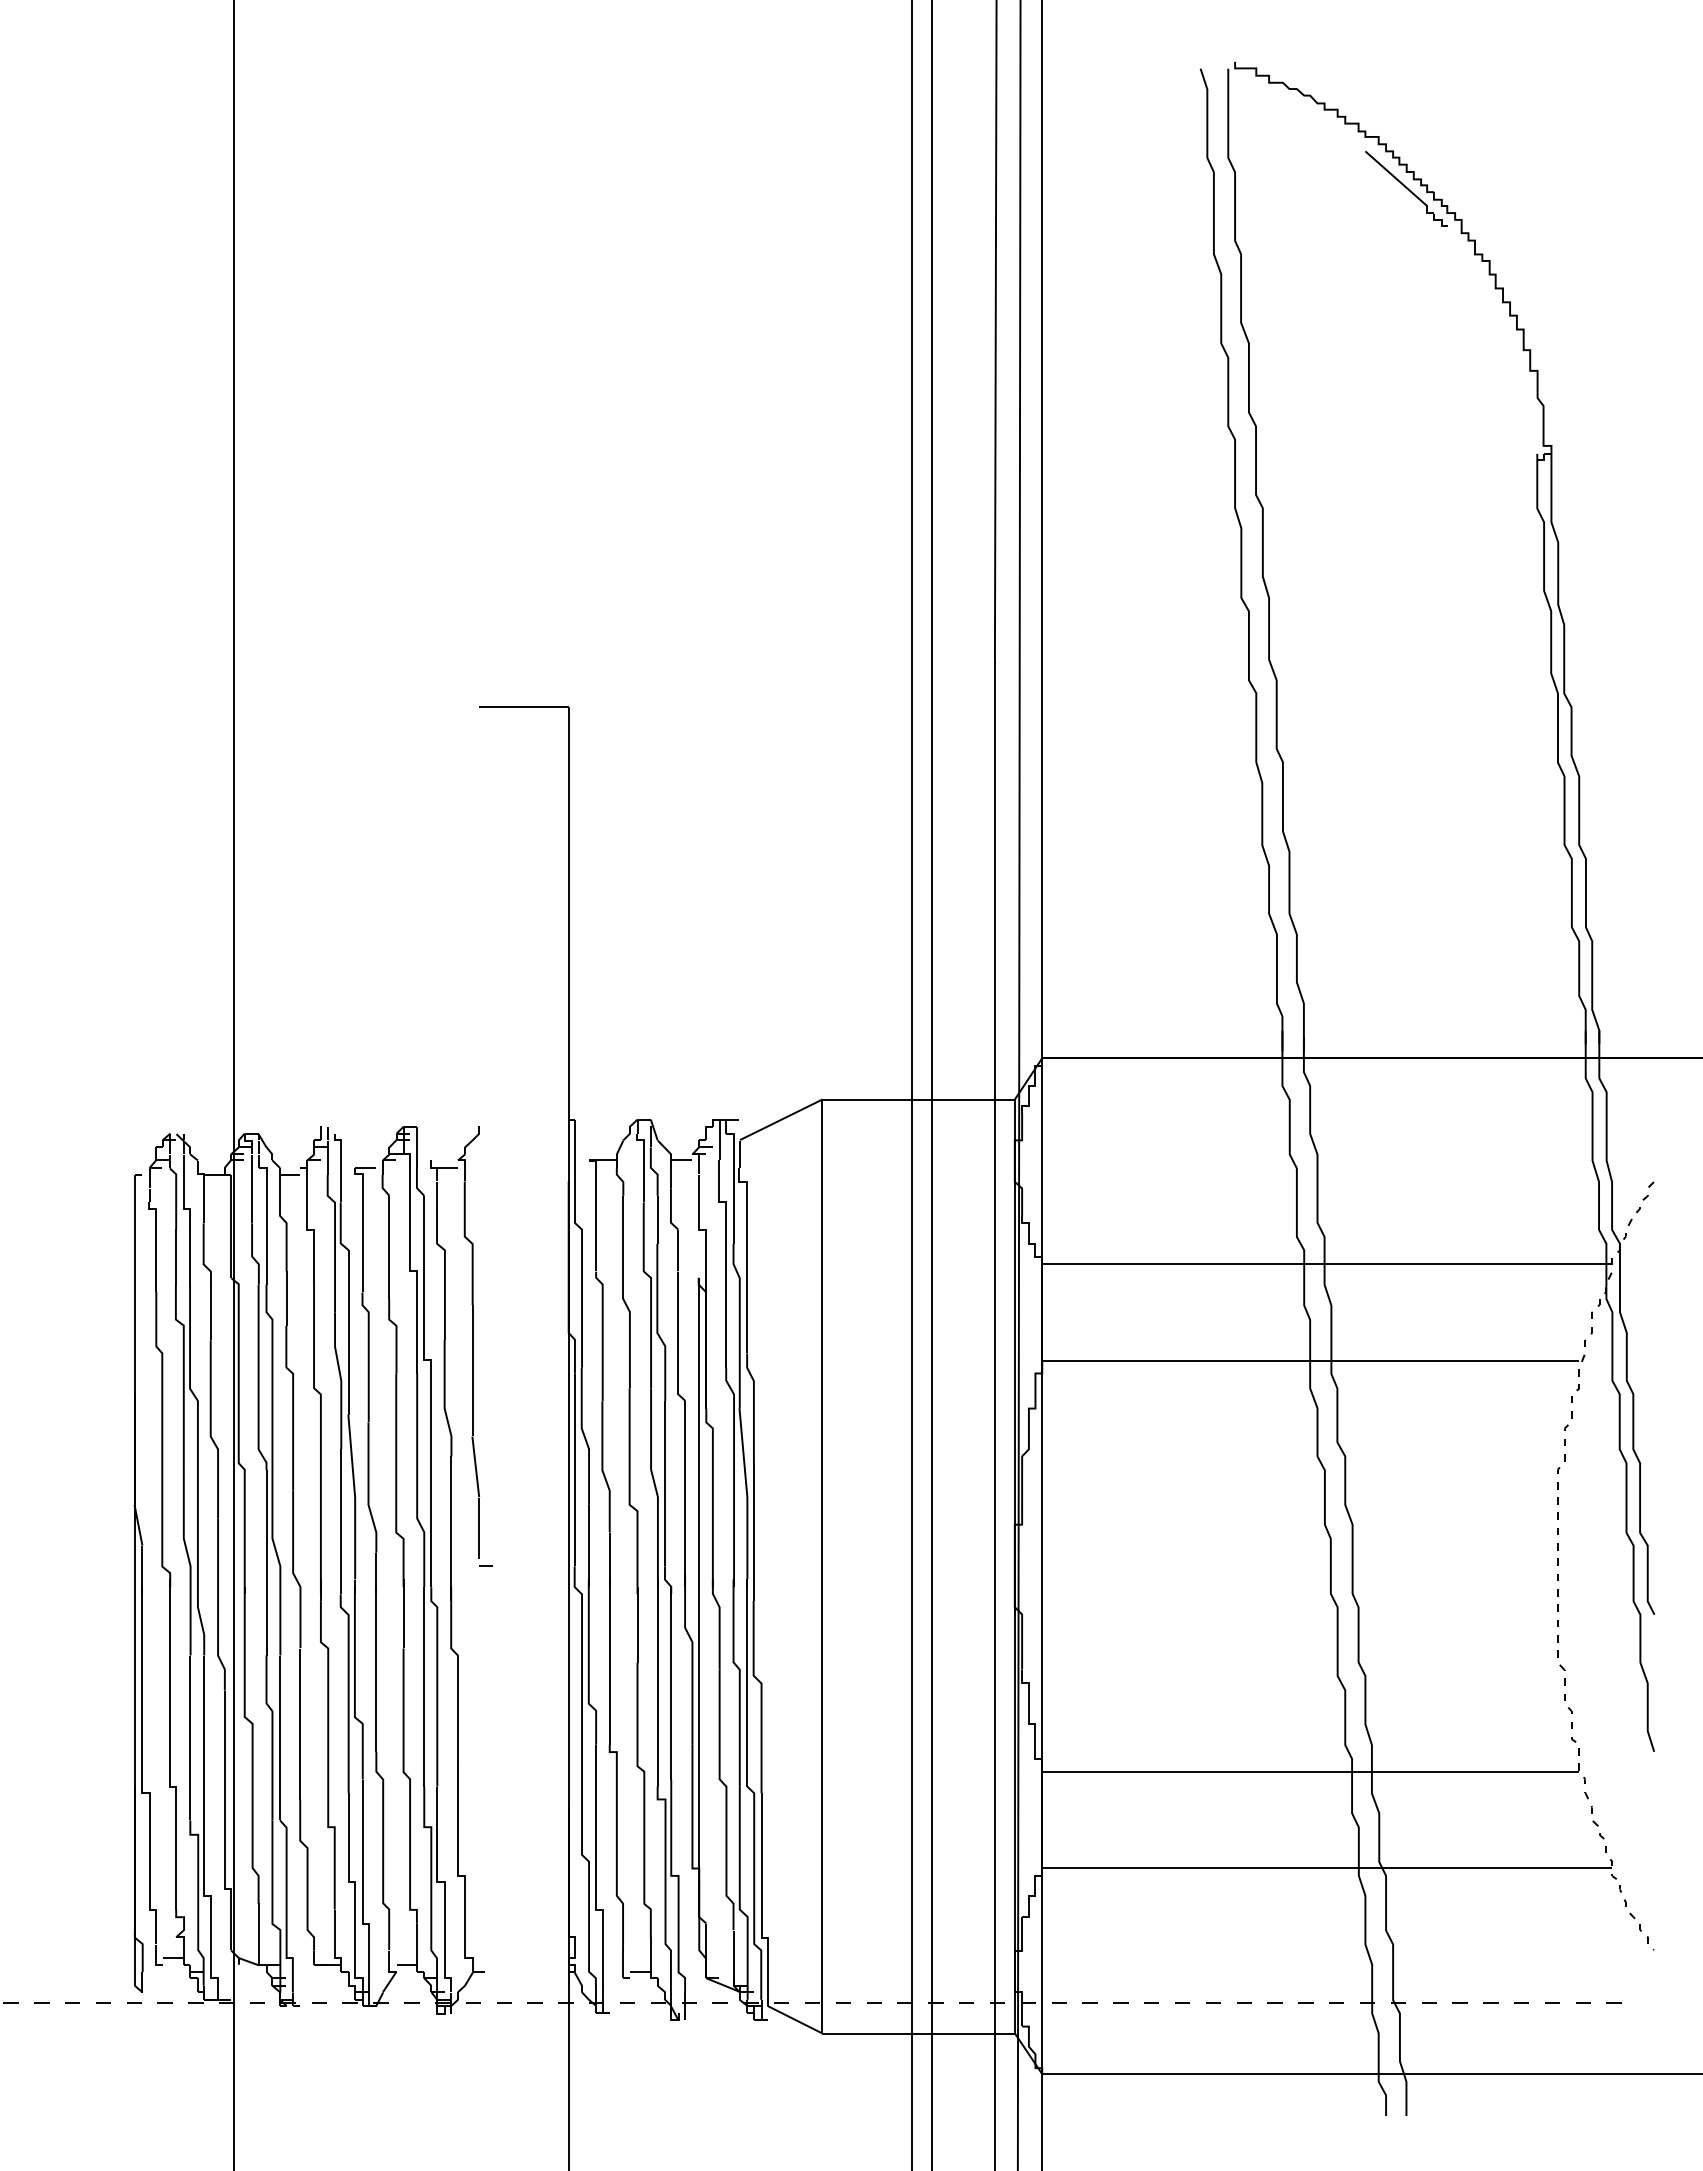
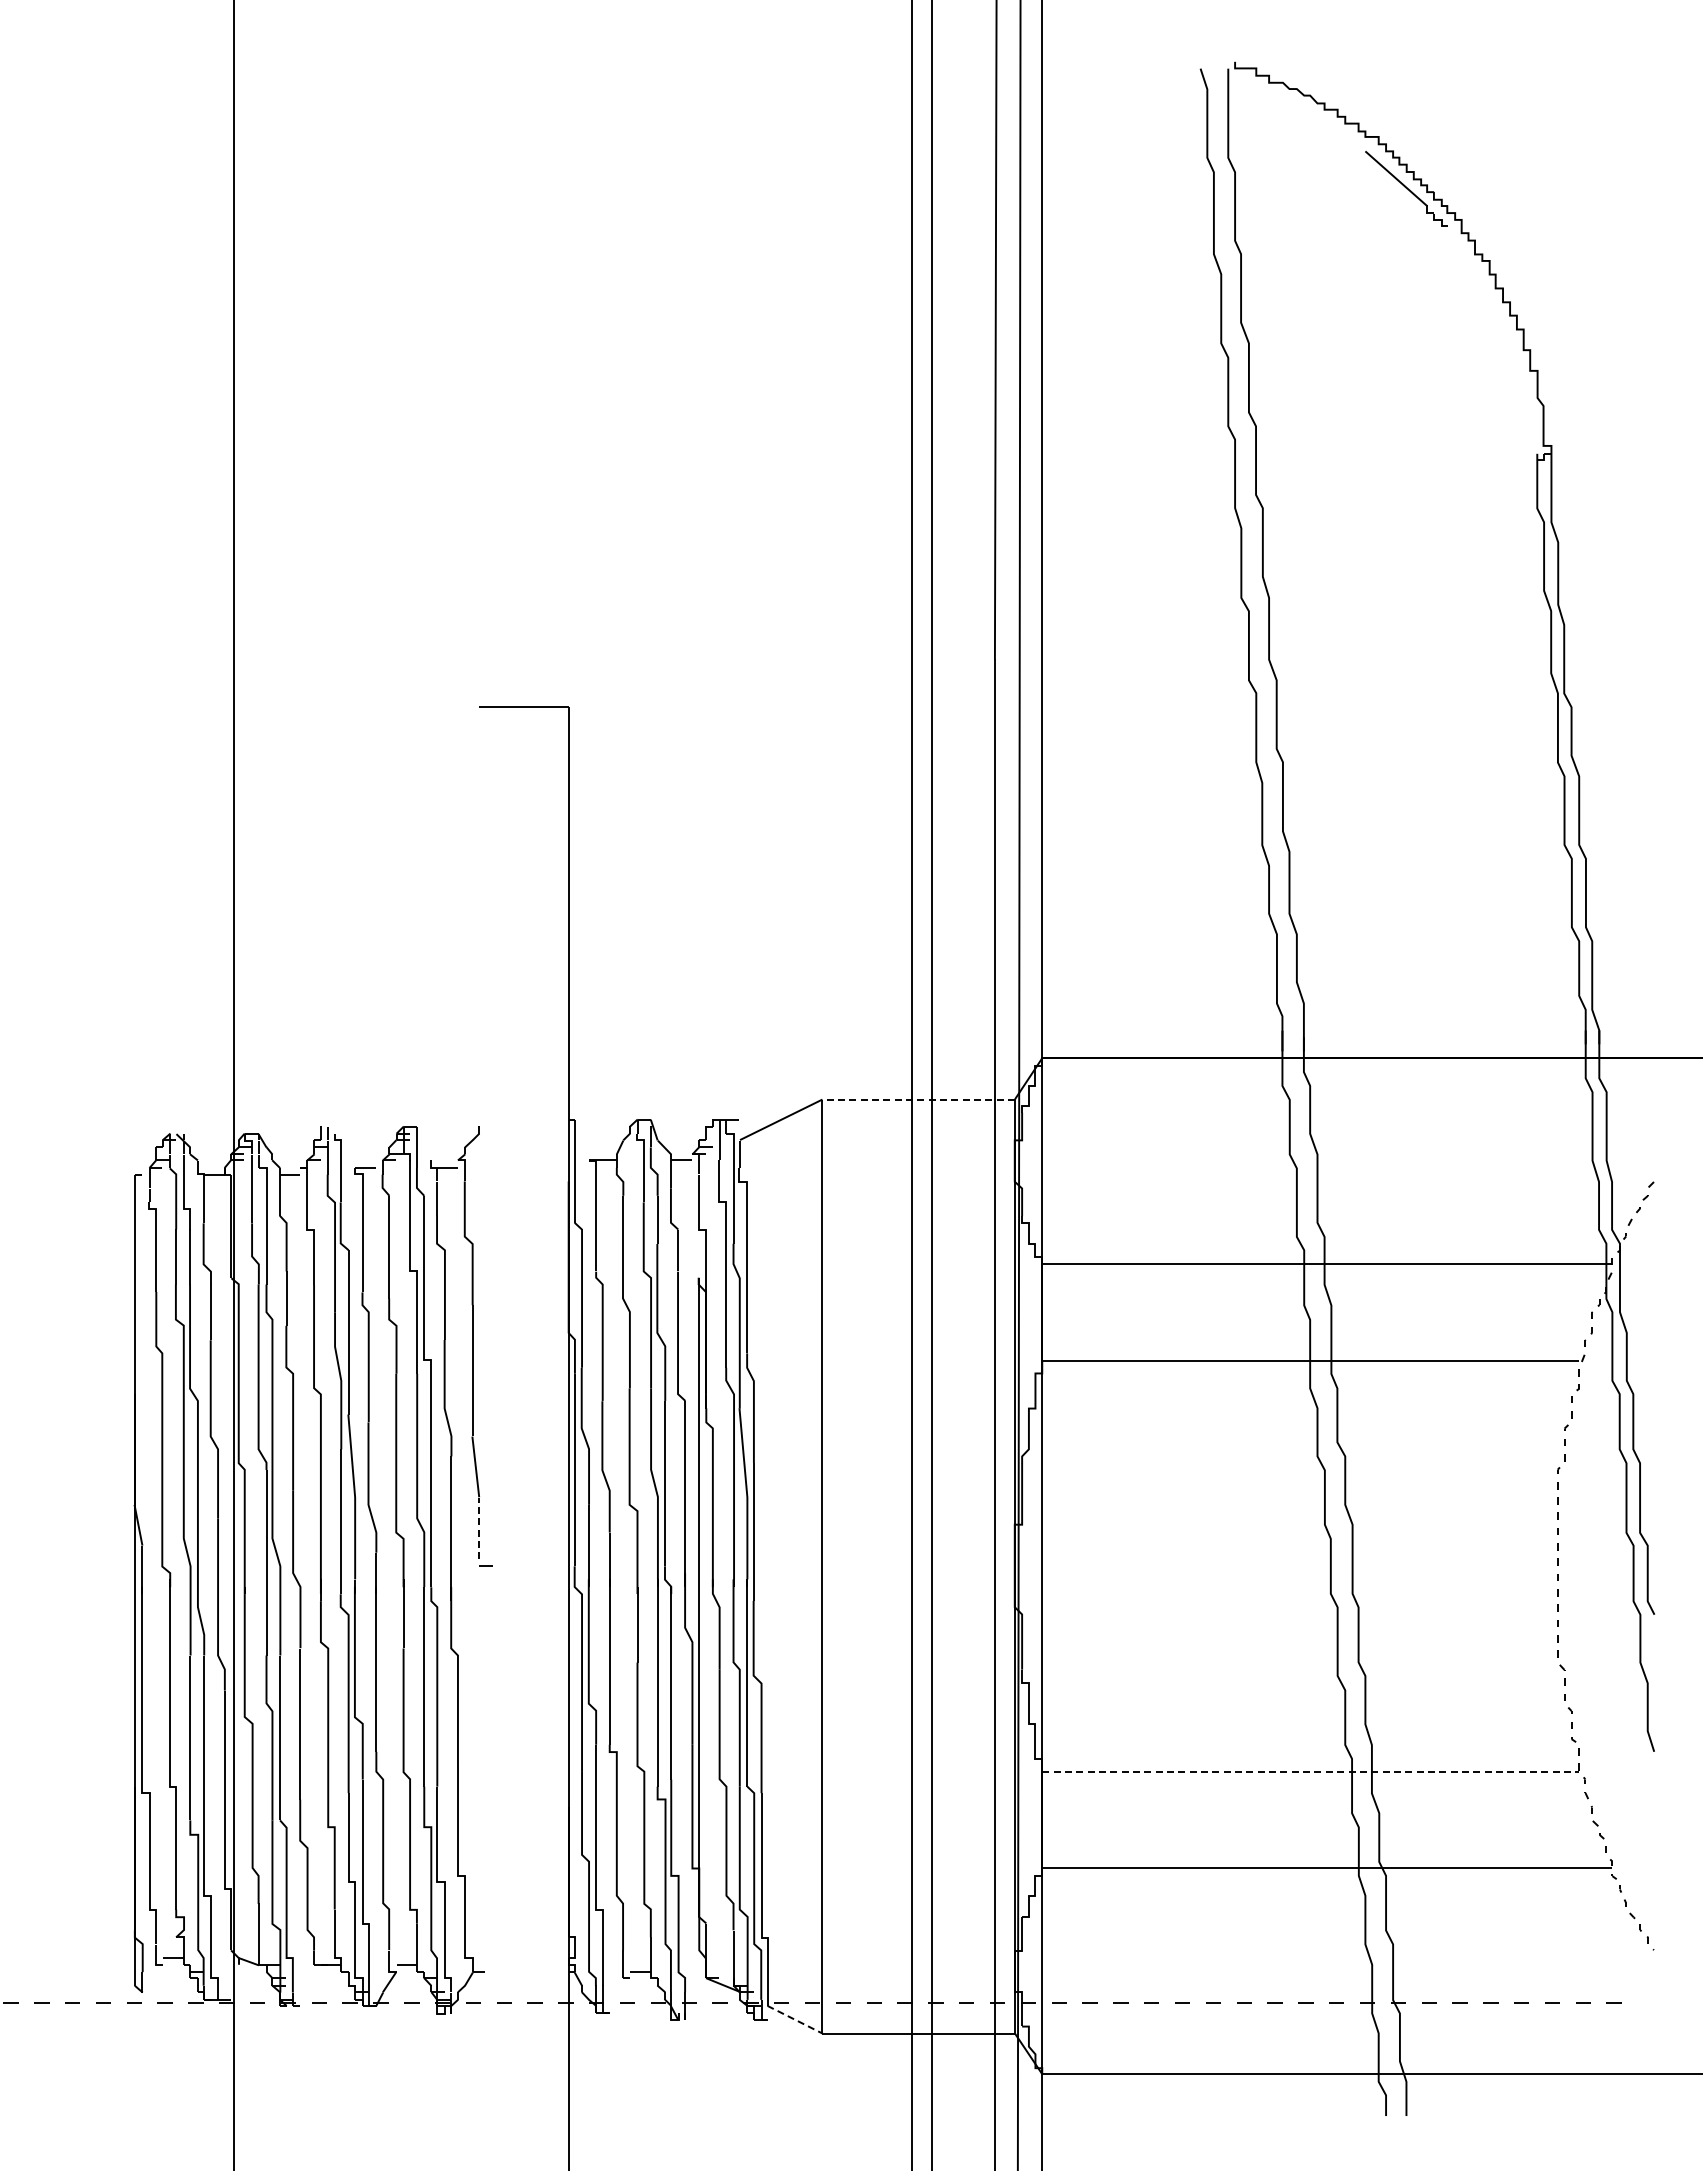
line at (918, 1099): solid -> dashed
line at (479, 1528): solid -> dashed
line at (1311, 1771): solid -> dashed
line at (795, 2019): solid -> dashed
